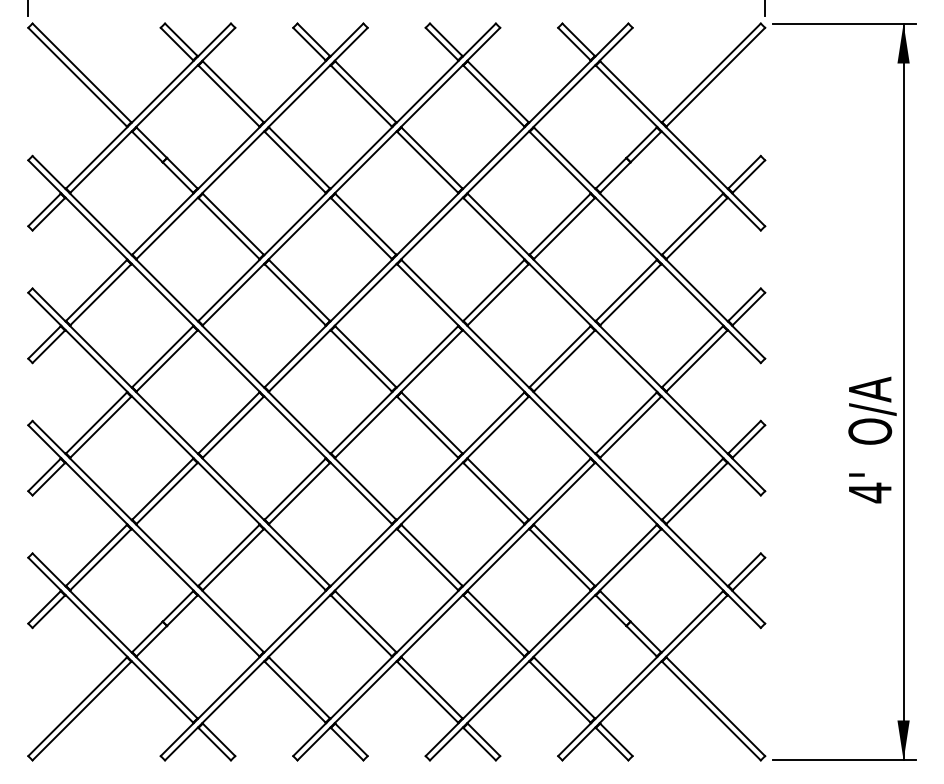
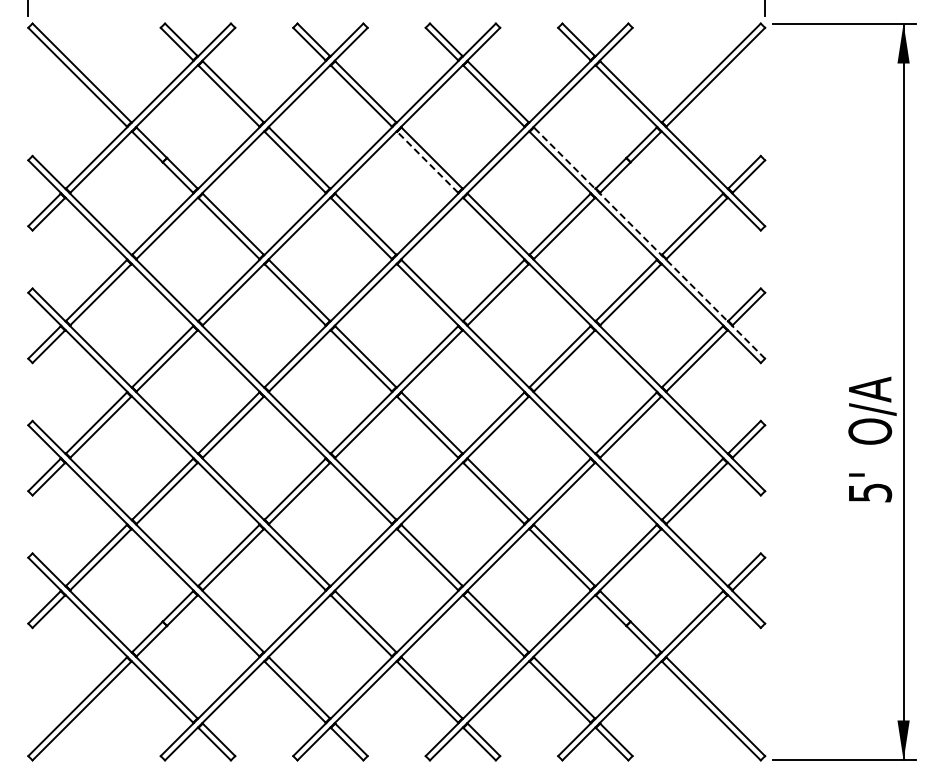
line at (427, 161): solid -> dashed
line at (649, 242): solid -> dashed
text at (870, 492): 4' -> 5'
